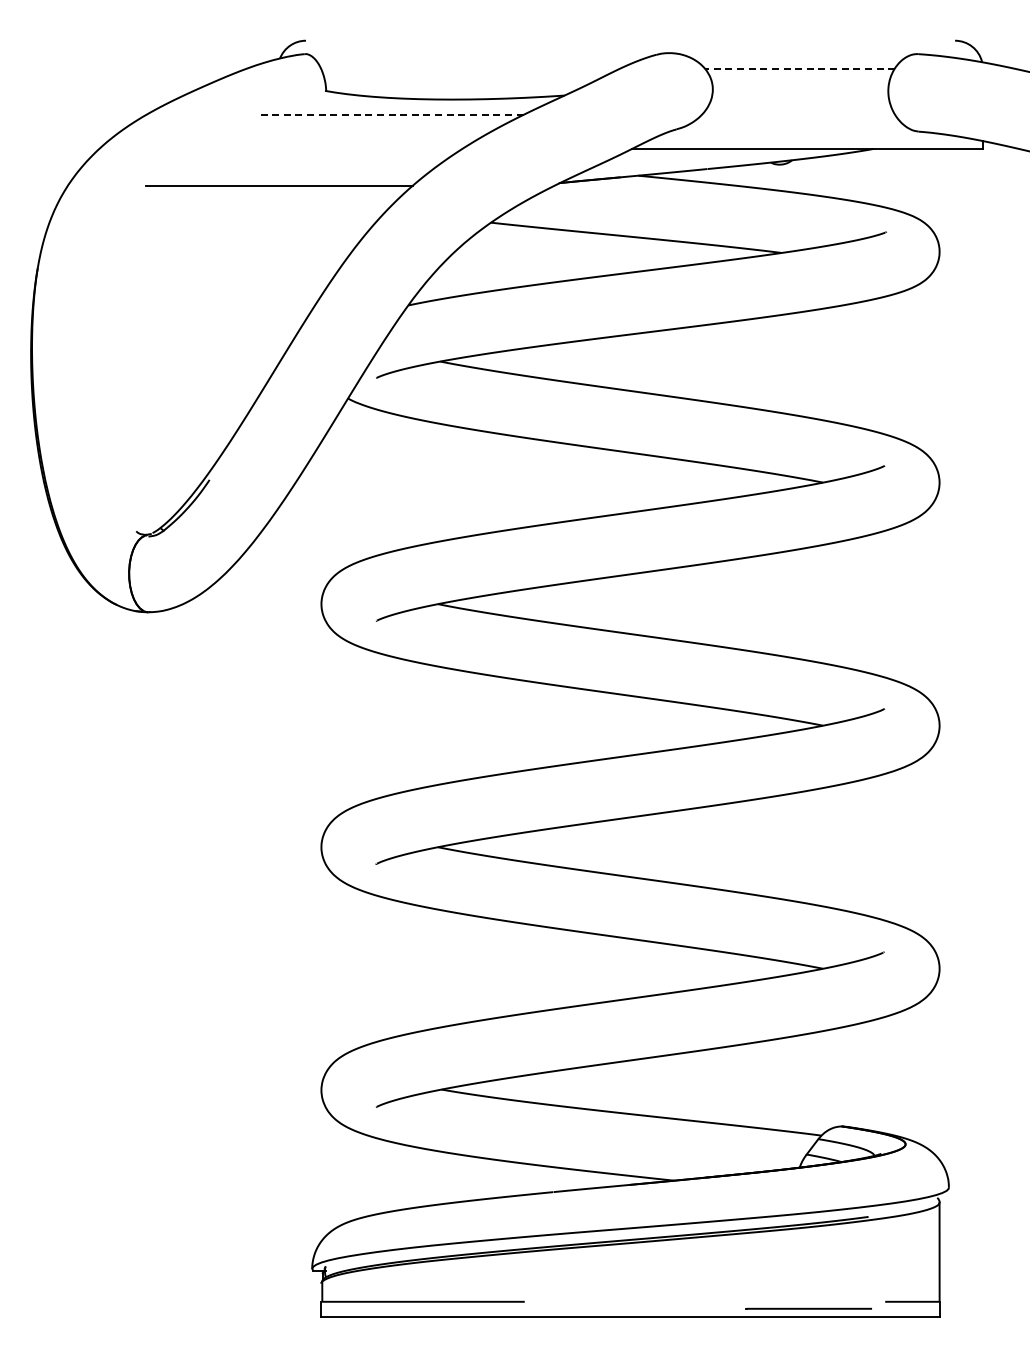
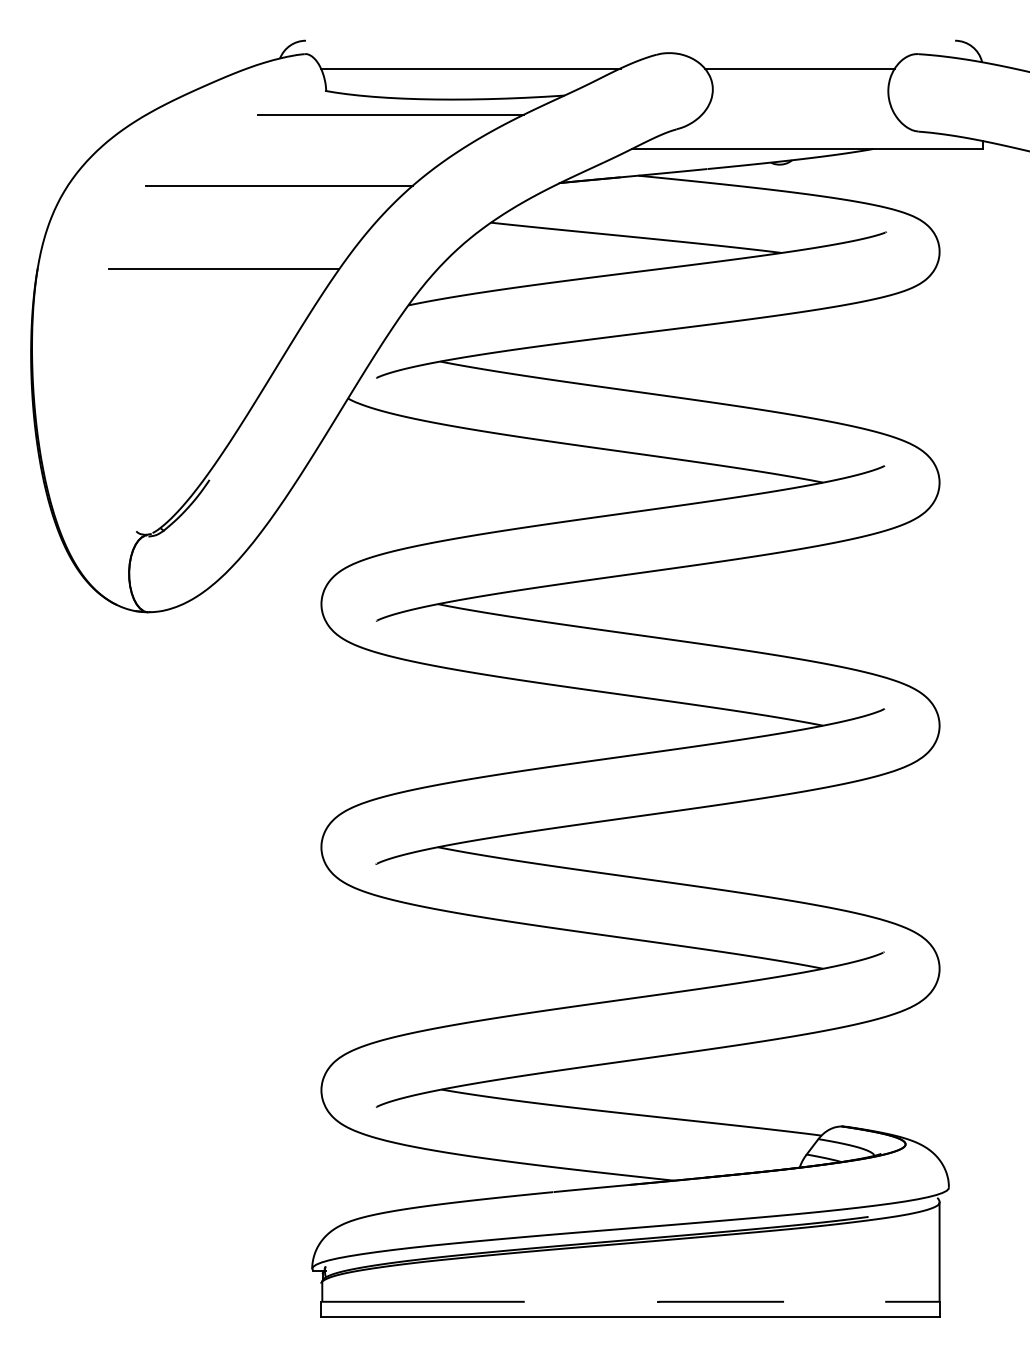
line at (470, 68): none -> present
line at (799, 68): dashed -> solid
line at (390, 114): dashed -> solid
line at (223, 269): none -> present
line at (808, 1308) position: (808, 1308) -> (720, 1301)
